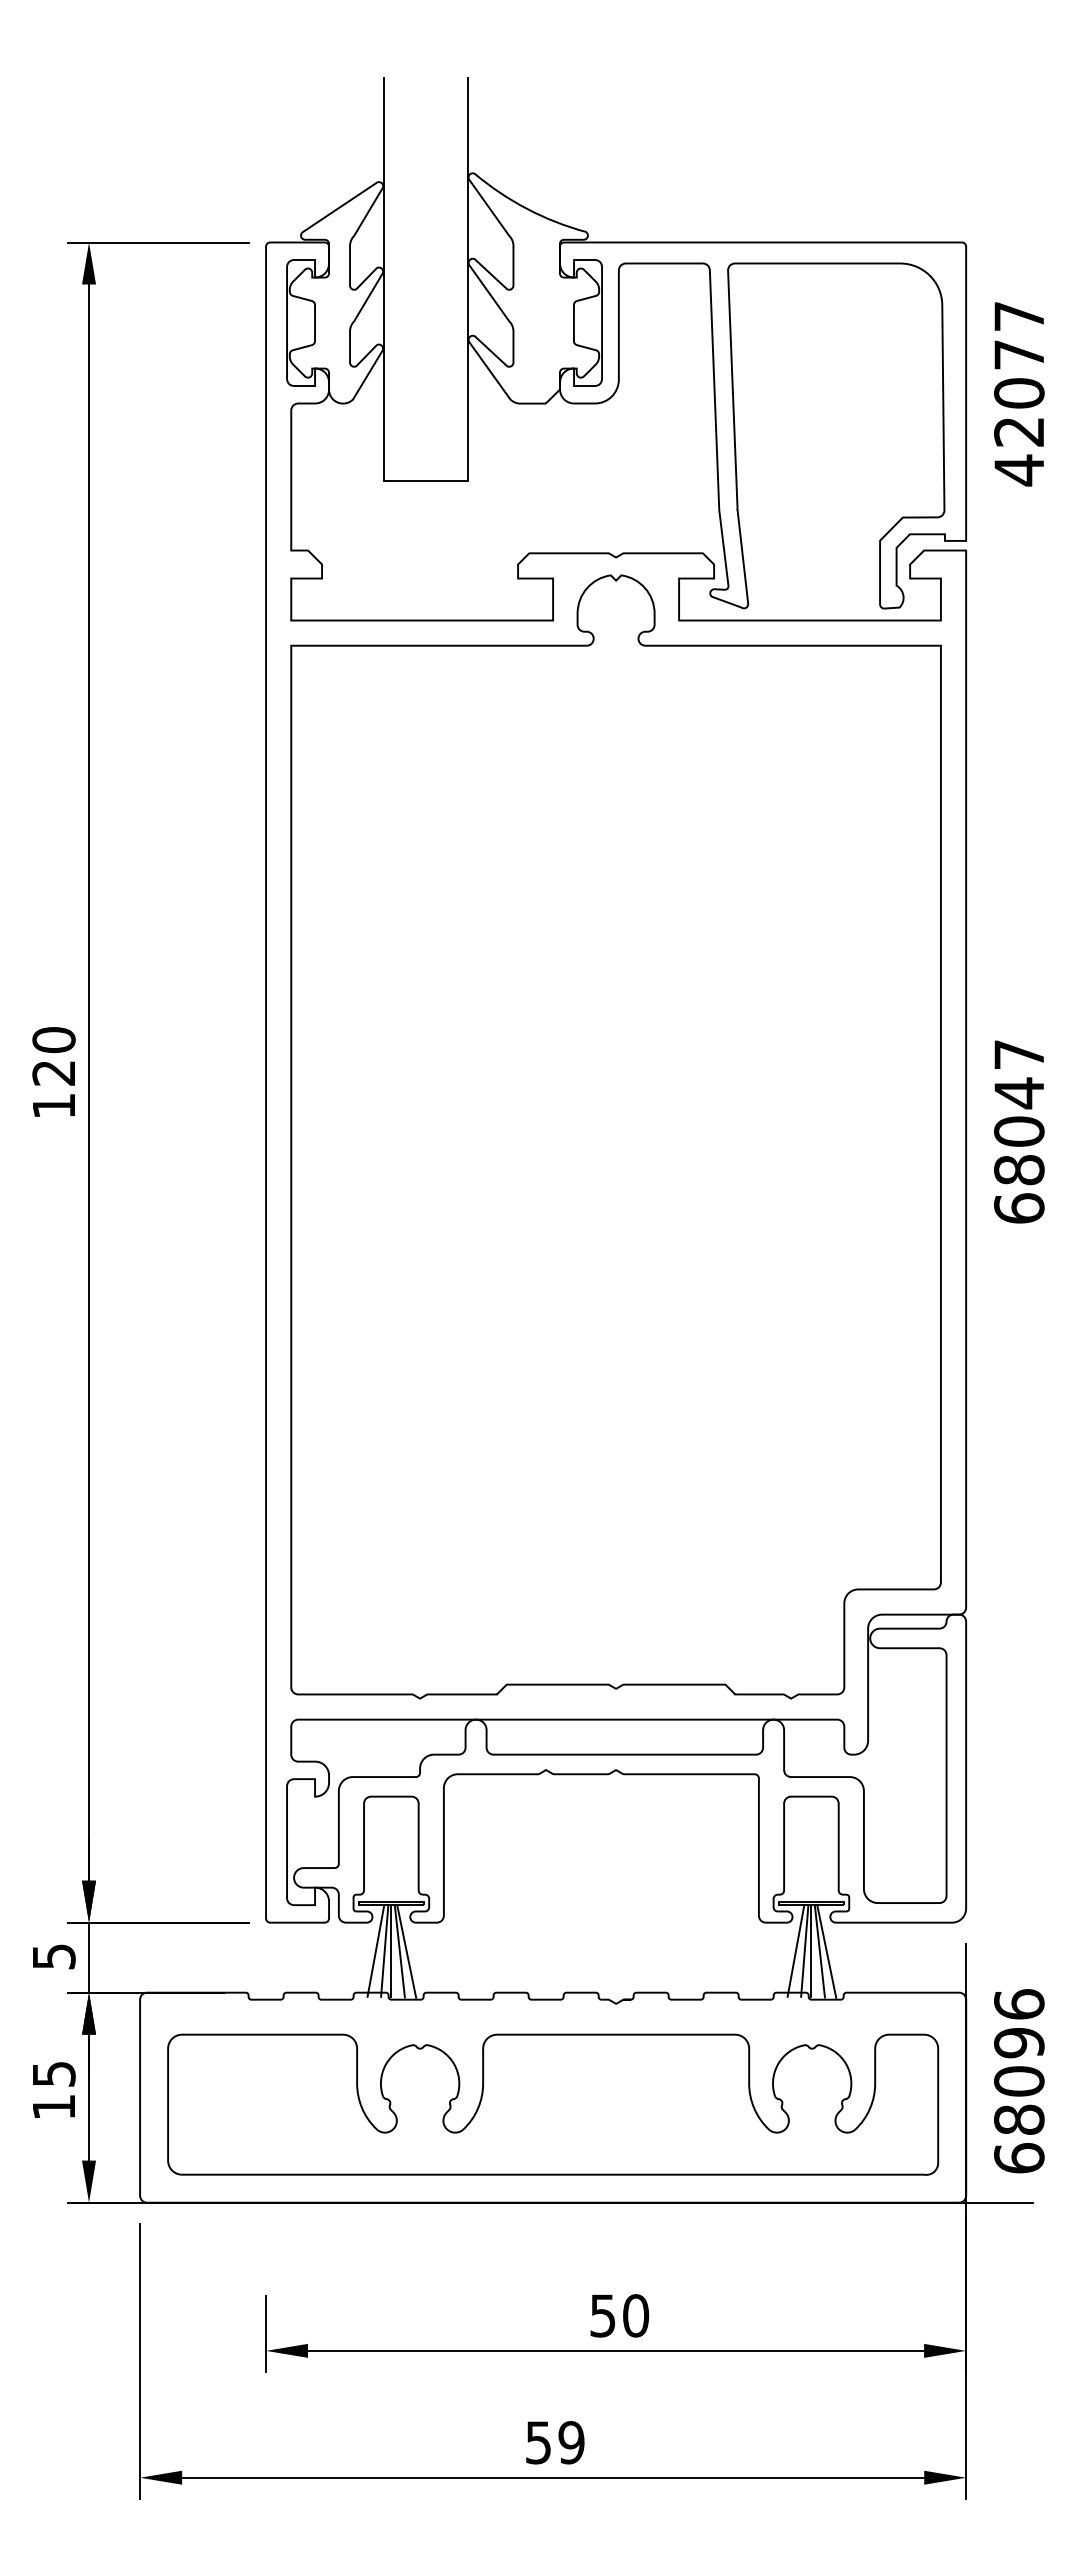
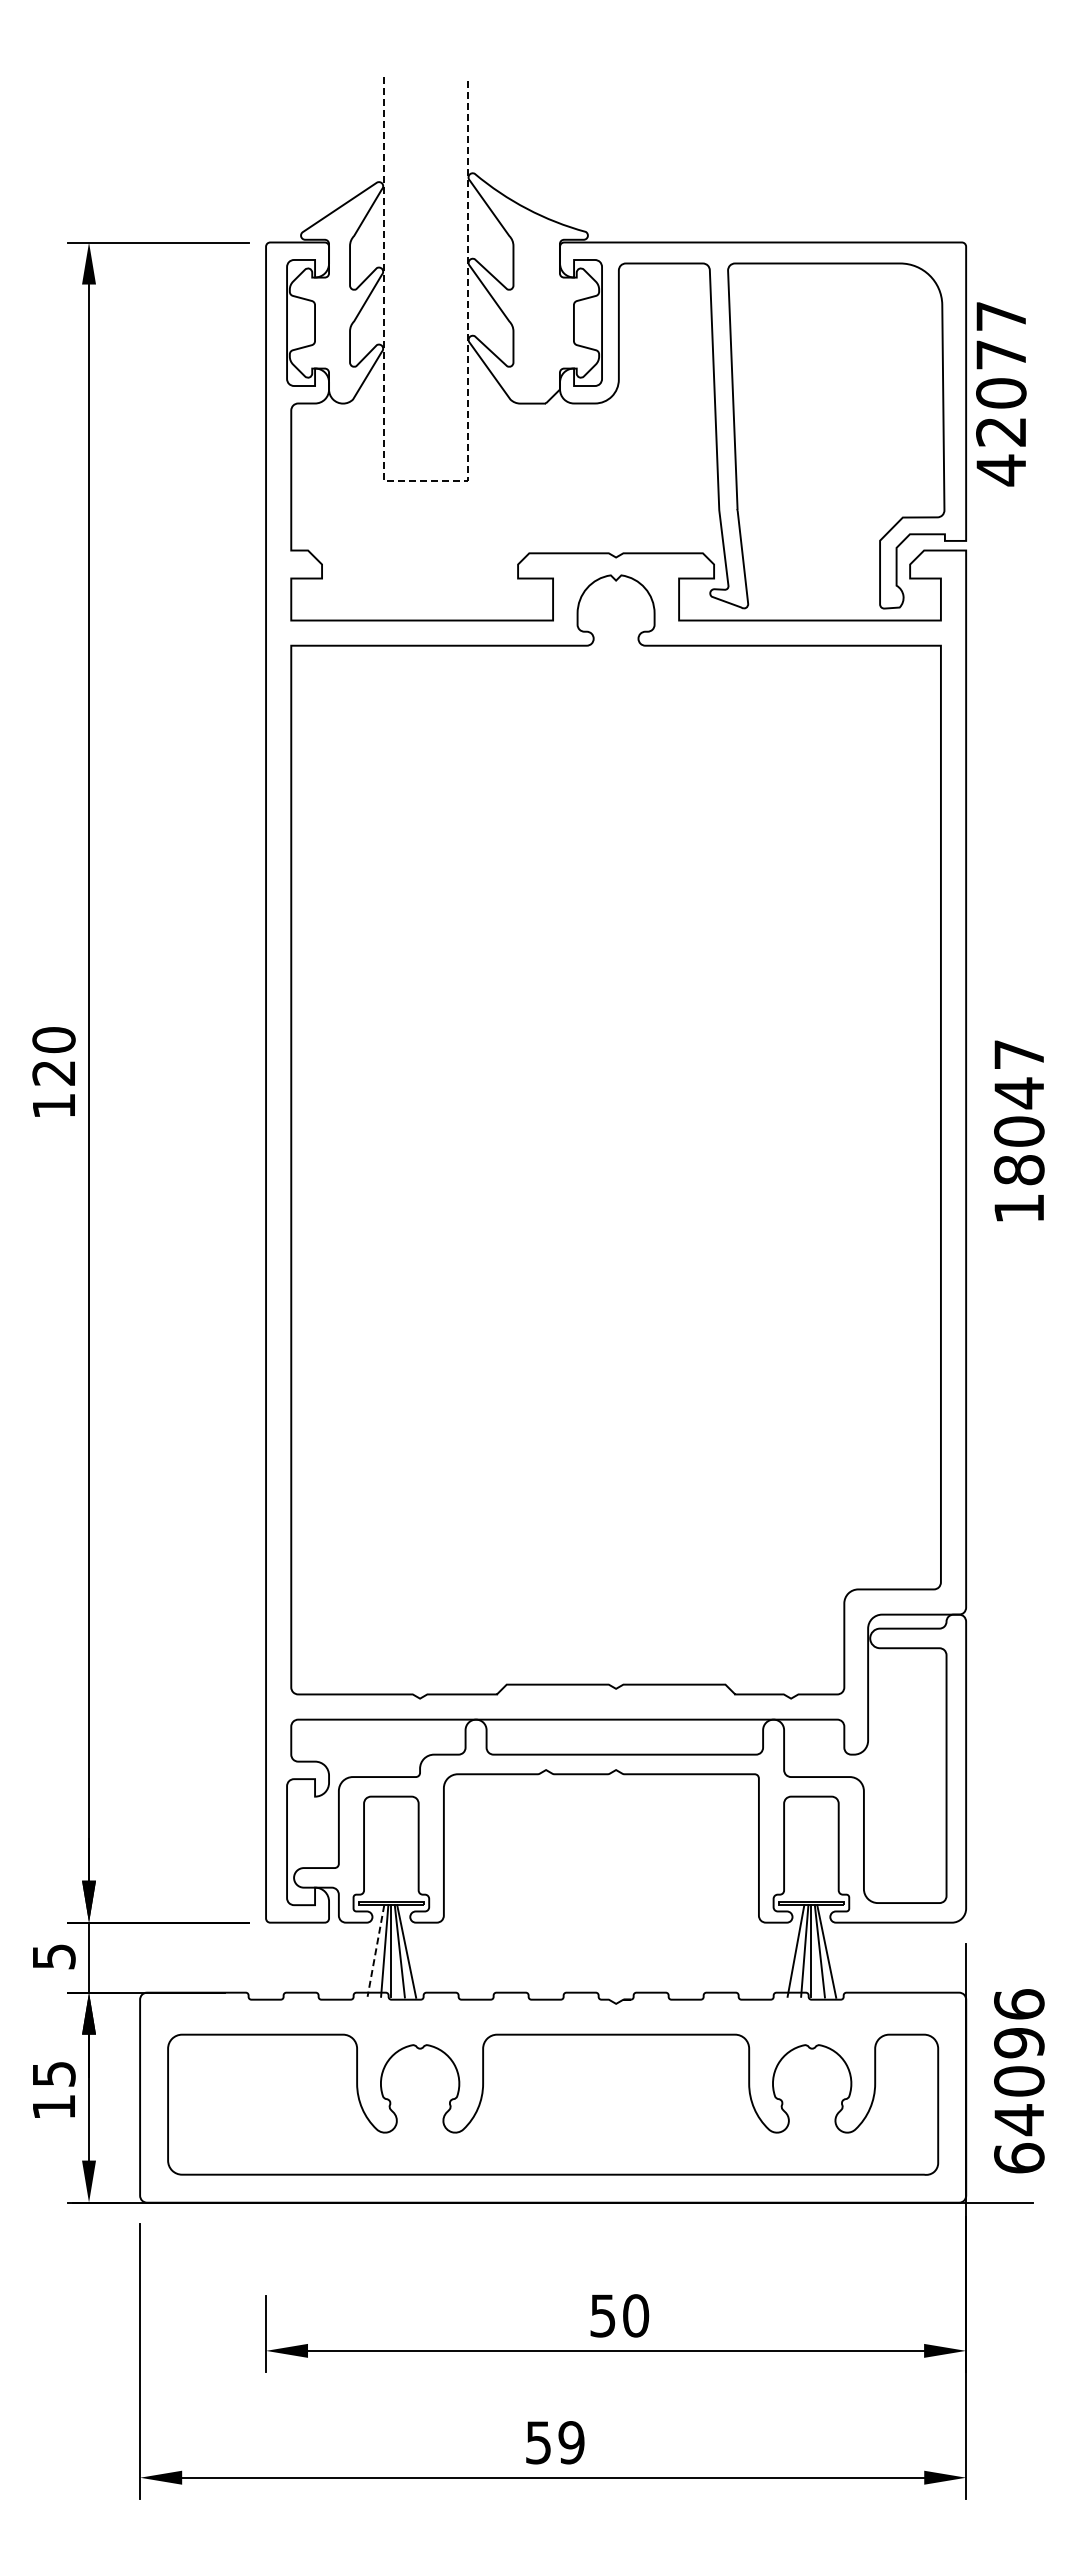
text at (1019, 394) position: (1019, 394) -> (1001, 394)
line at (426, 480): solid -> dashed
text at (1019, 1208): 68047 -> 18047
line at (375, 1950): solid -> dashed
text at (1019, 2120): 68096 -> 64096
